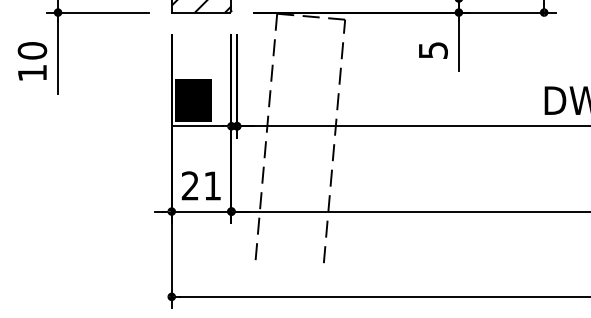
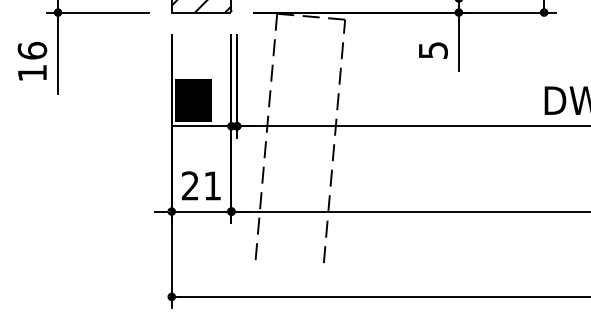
text at (31, 50): 10 -> 16
